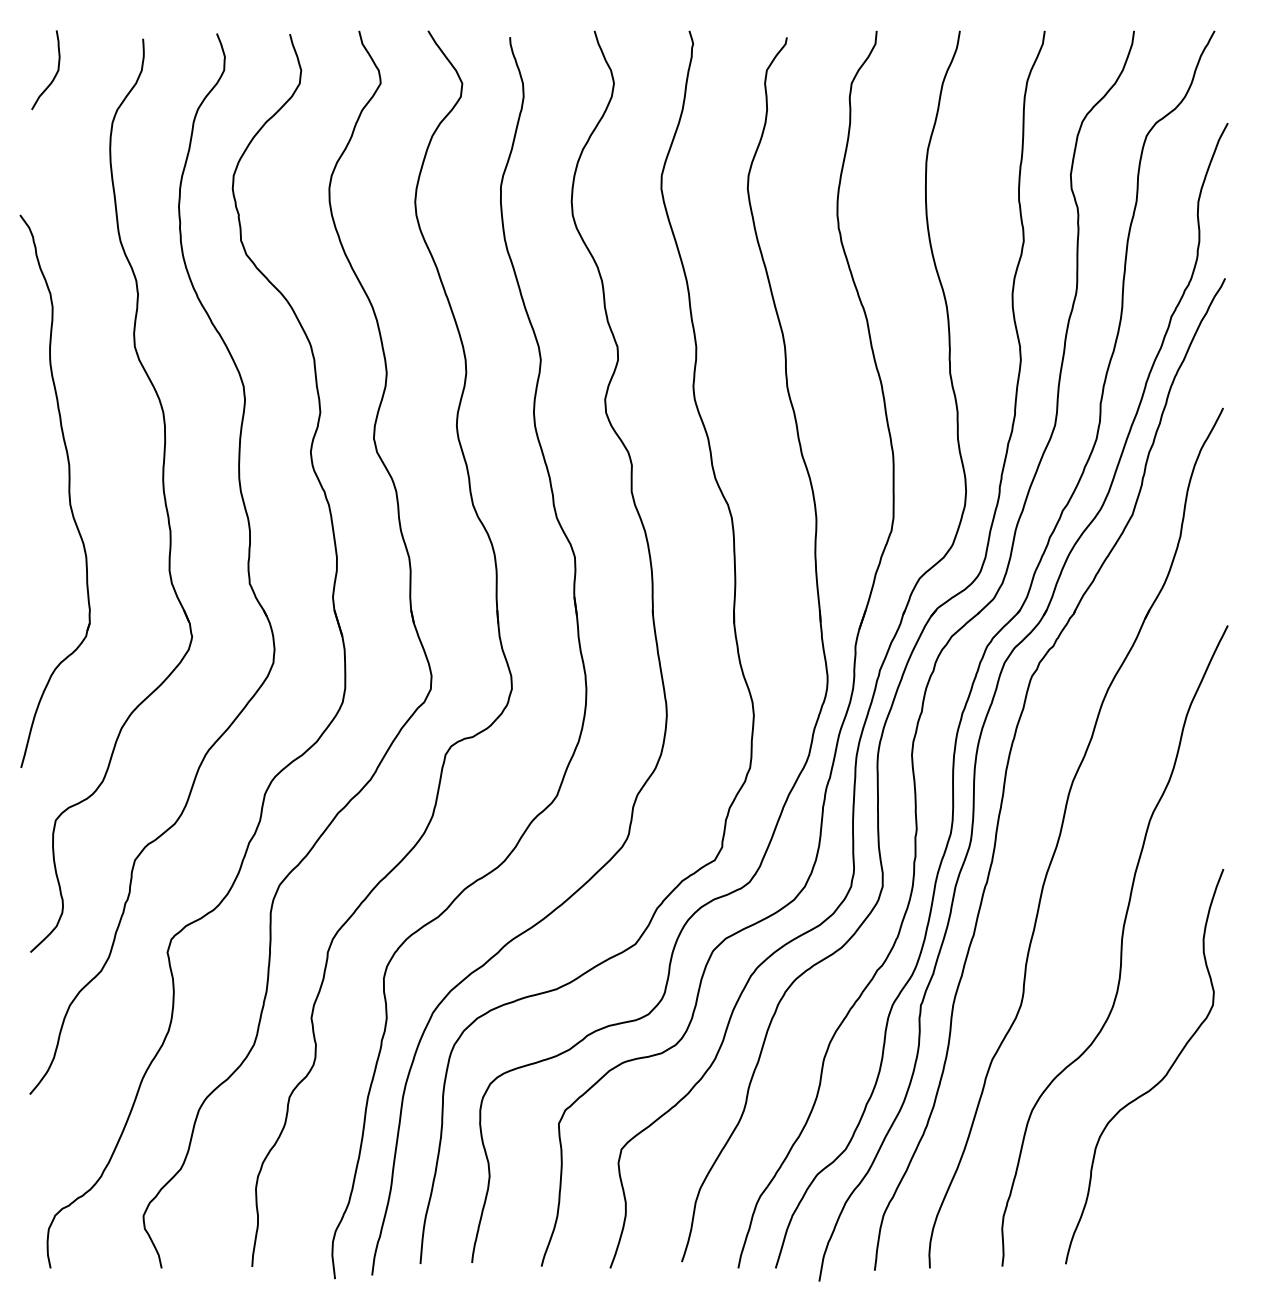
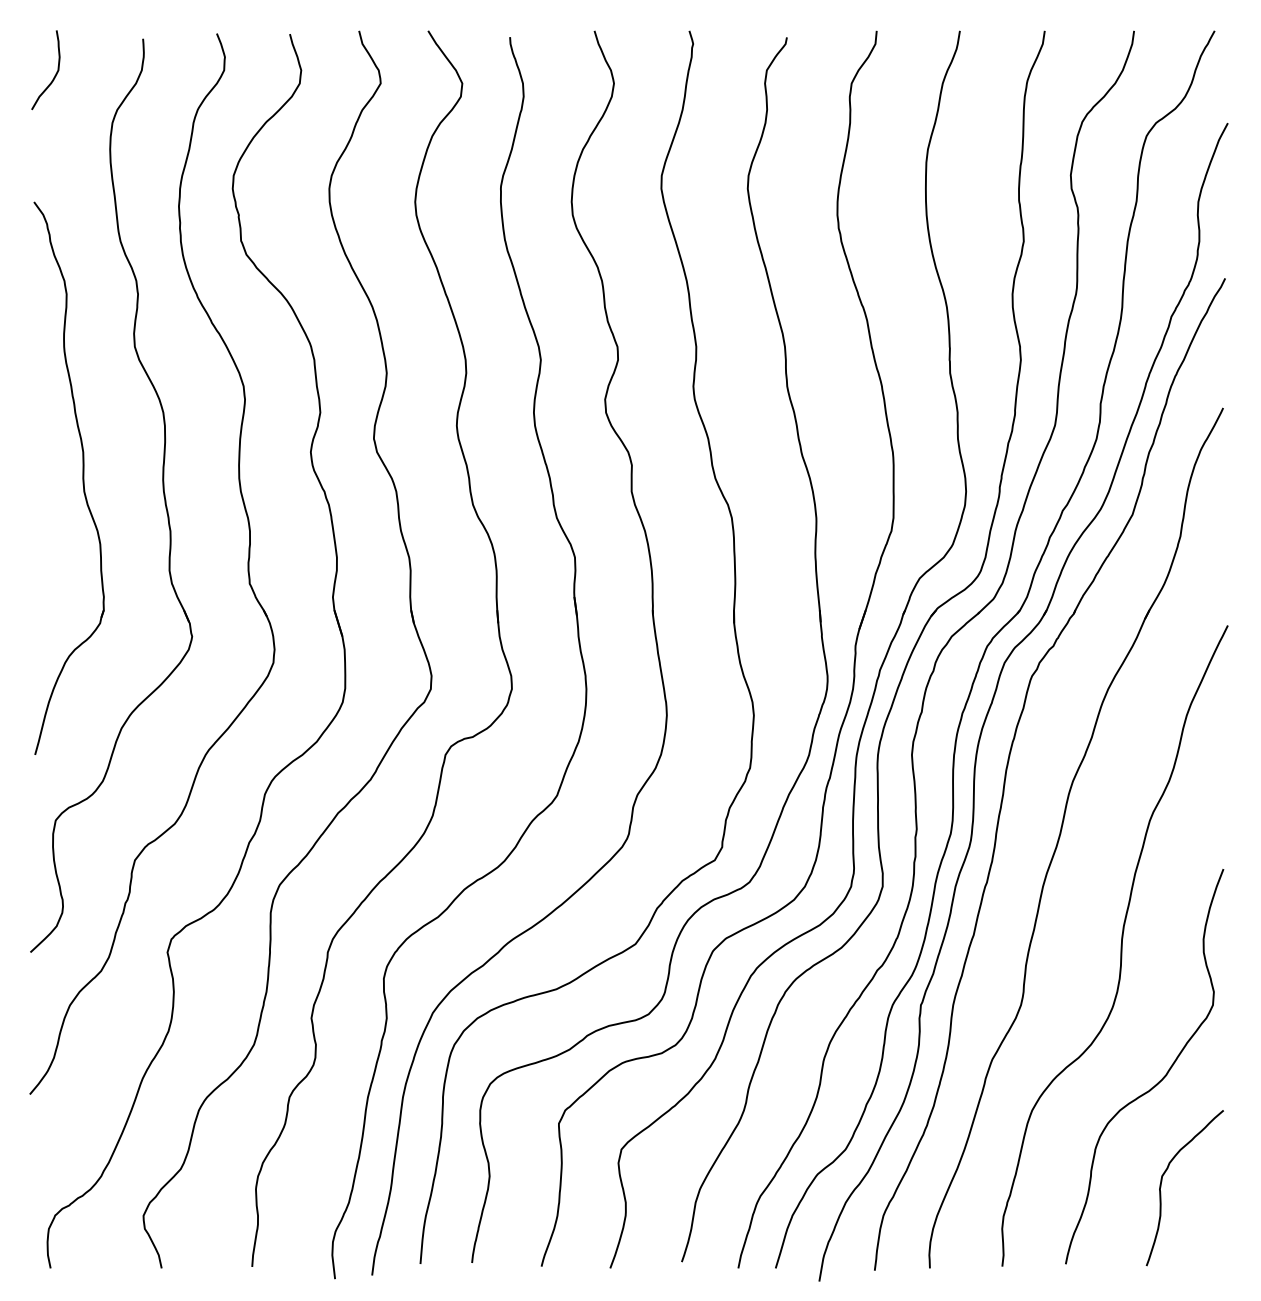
part at (68, 490) position: (68, 490) -> (82, 477)
curve at (1161, 1187): none -> present
